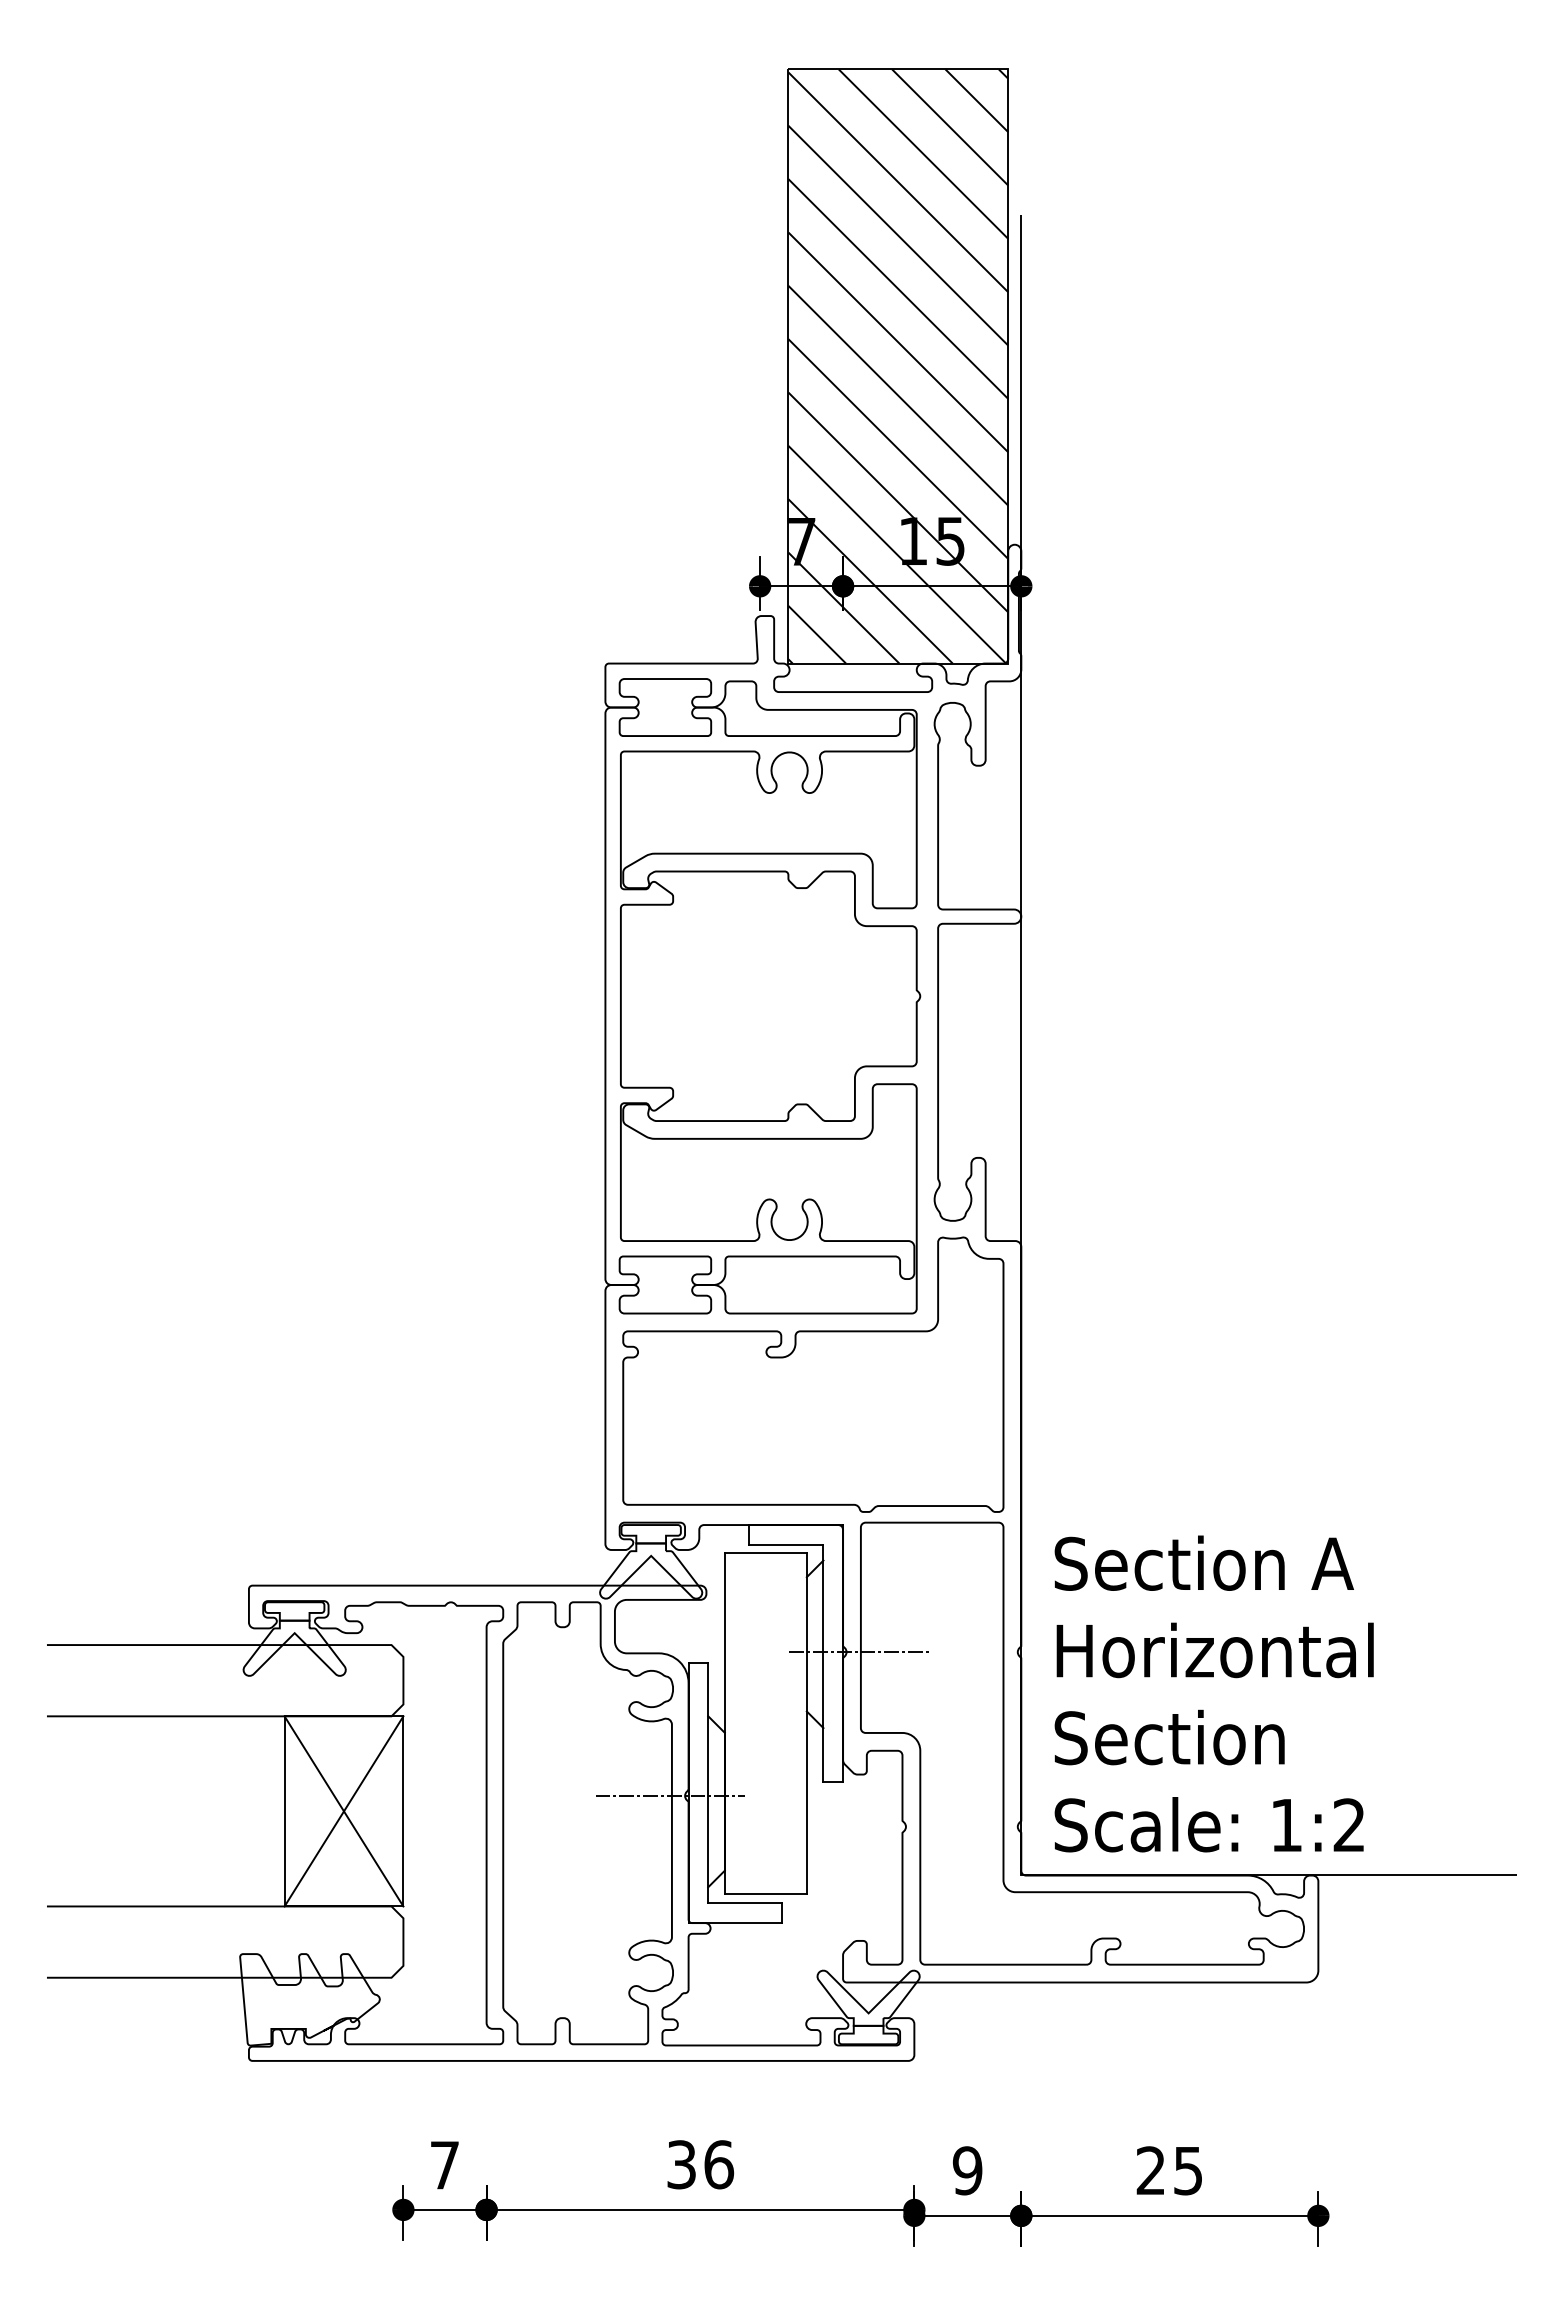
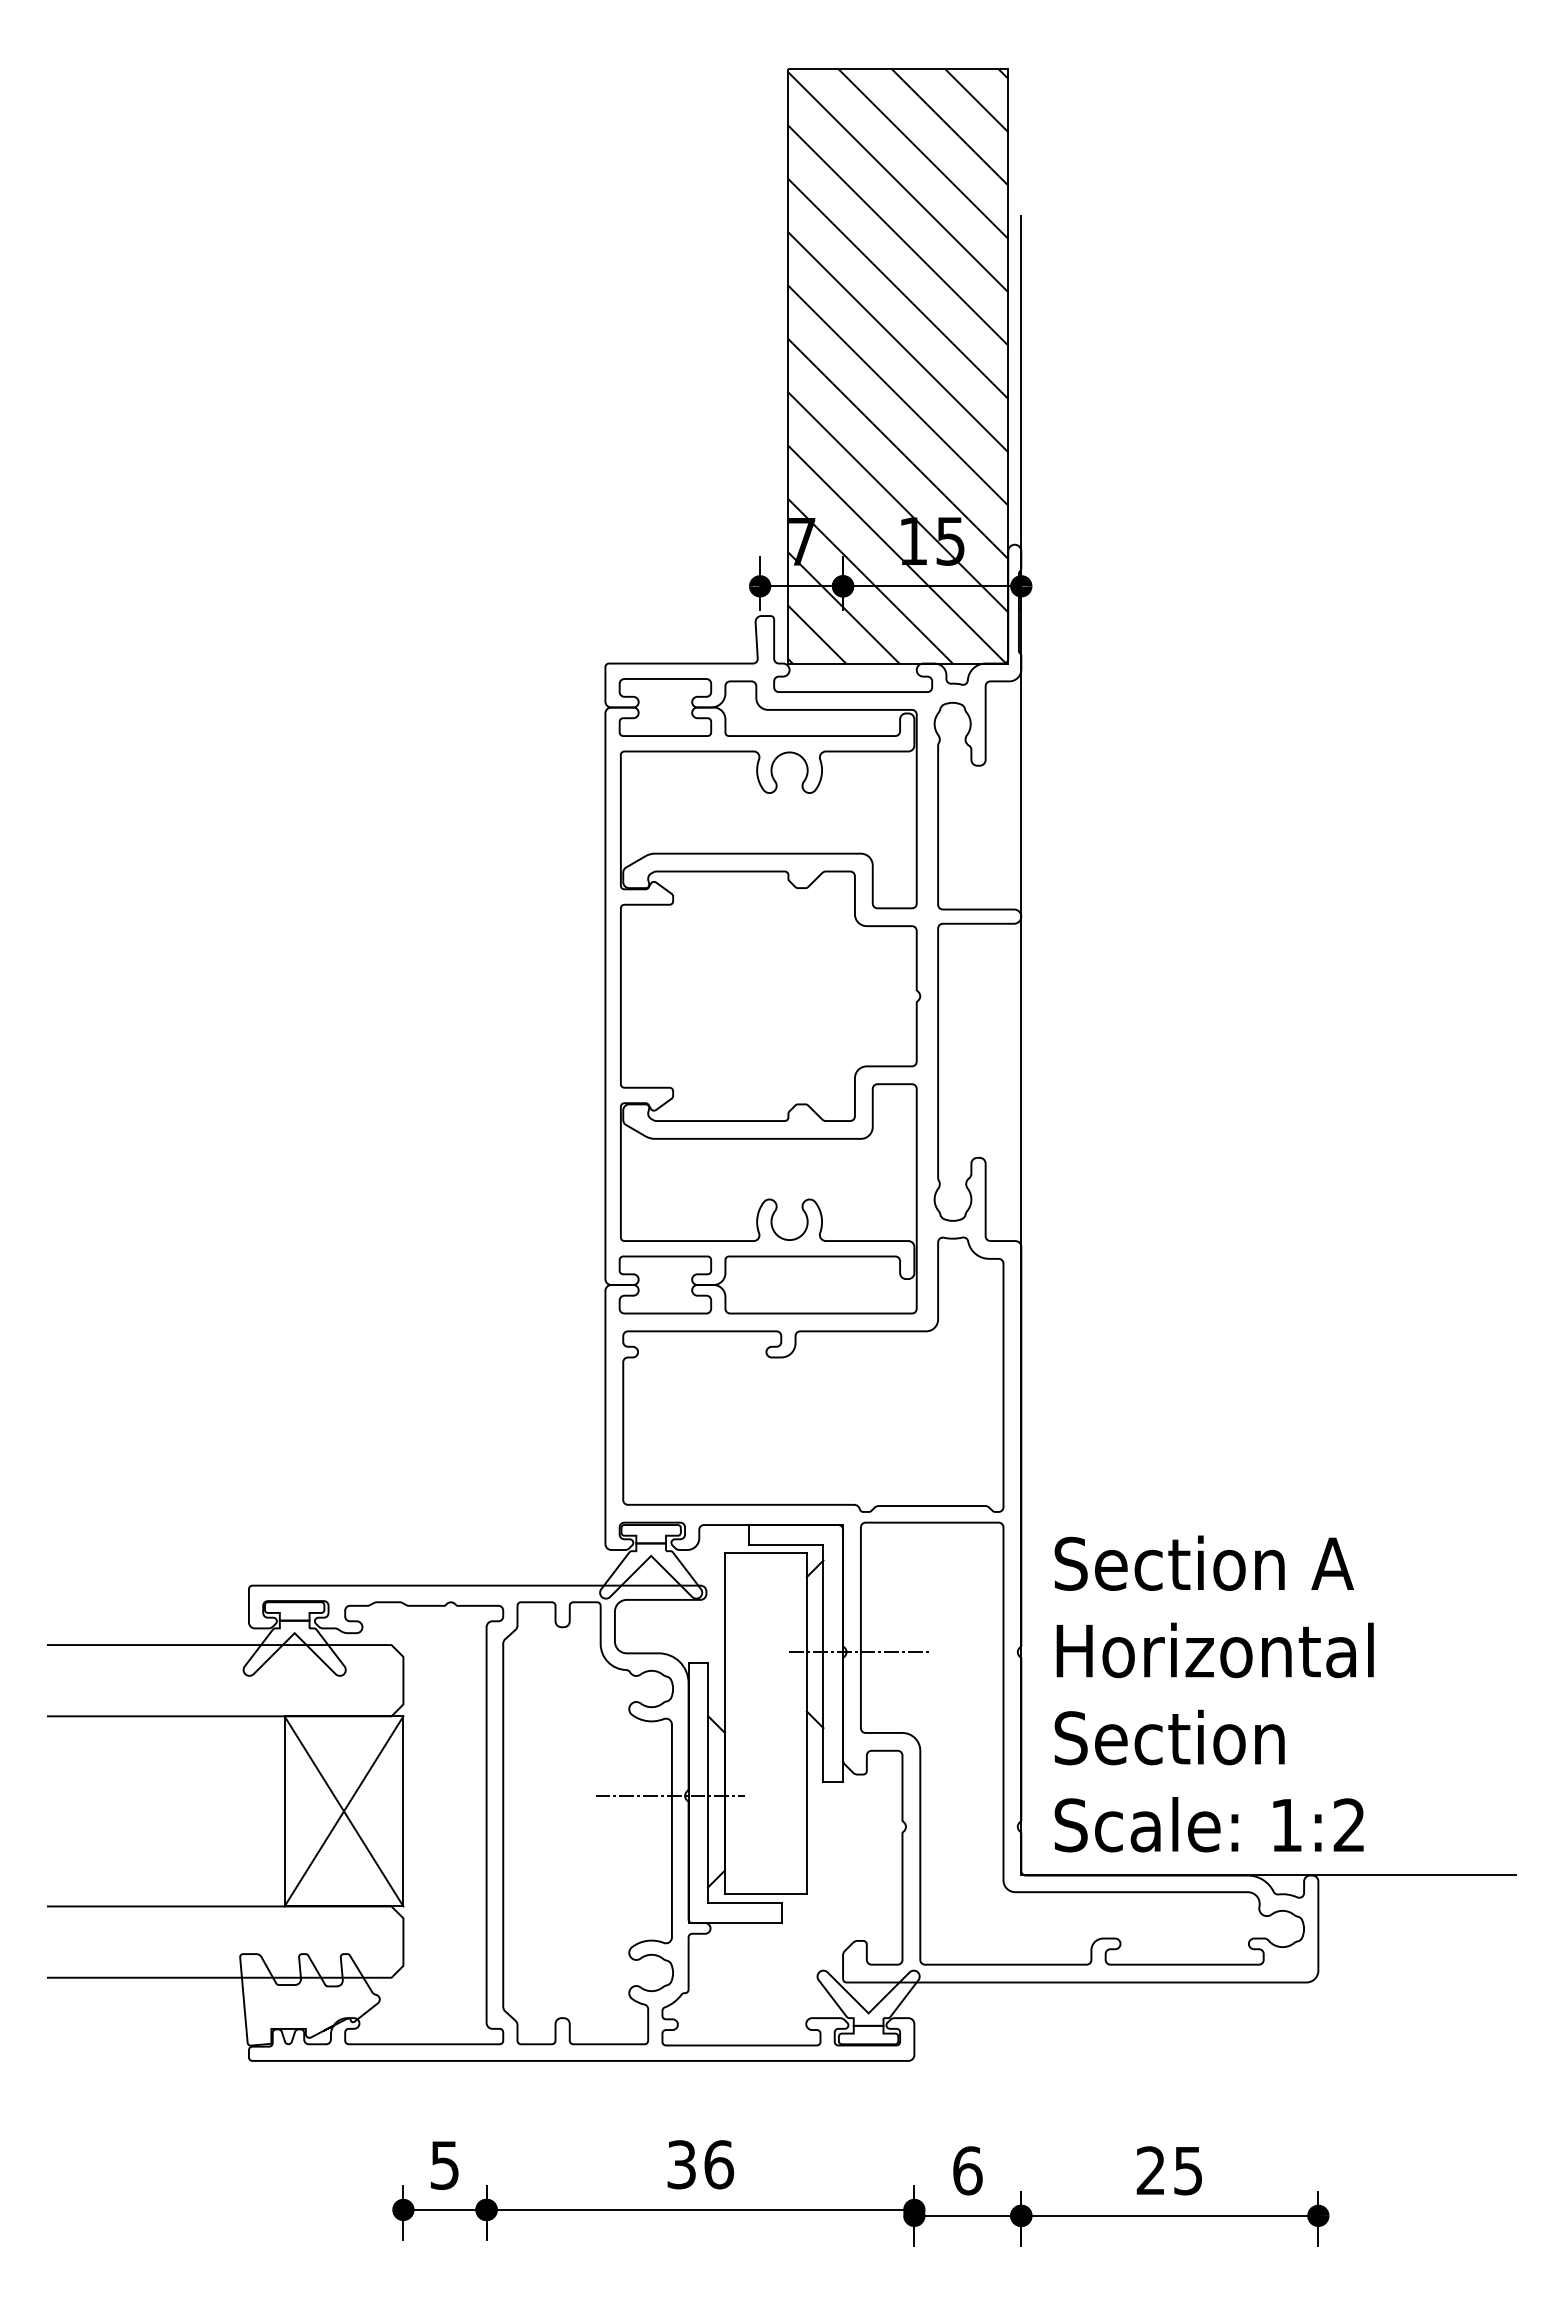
text at (444, 2165): 7 -> 5
text at (967, 2170): 9 -> 6
